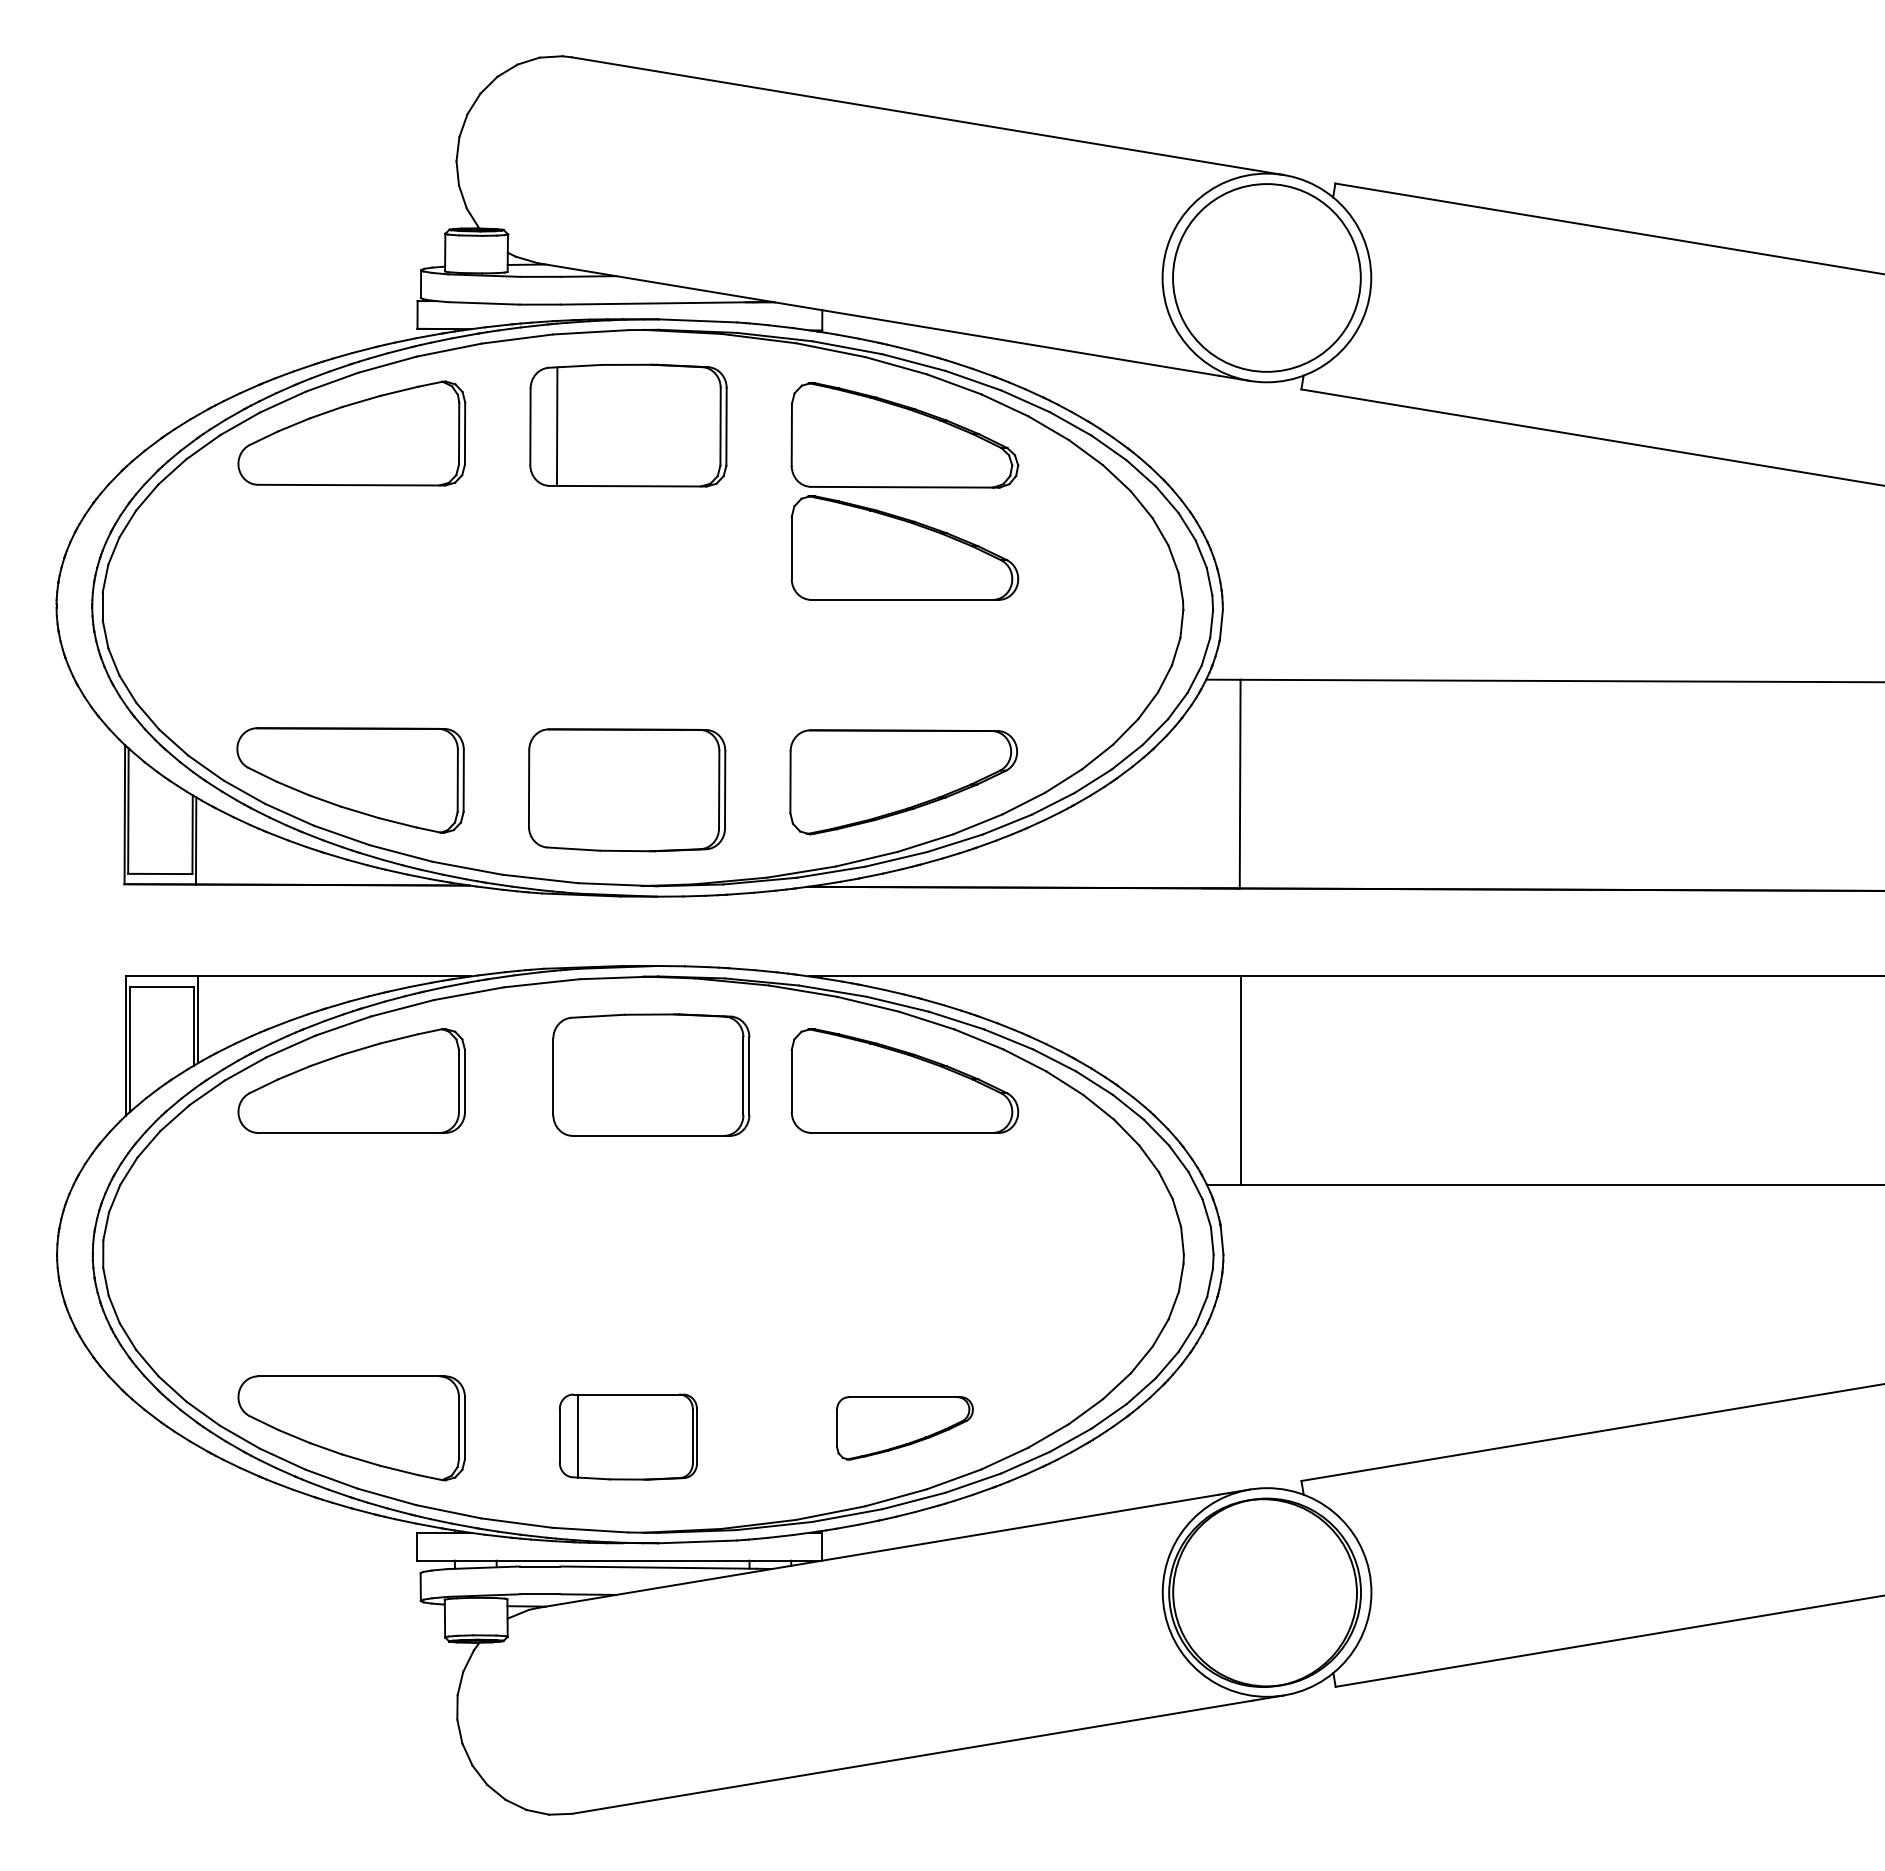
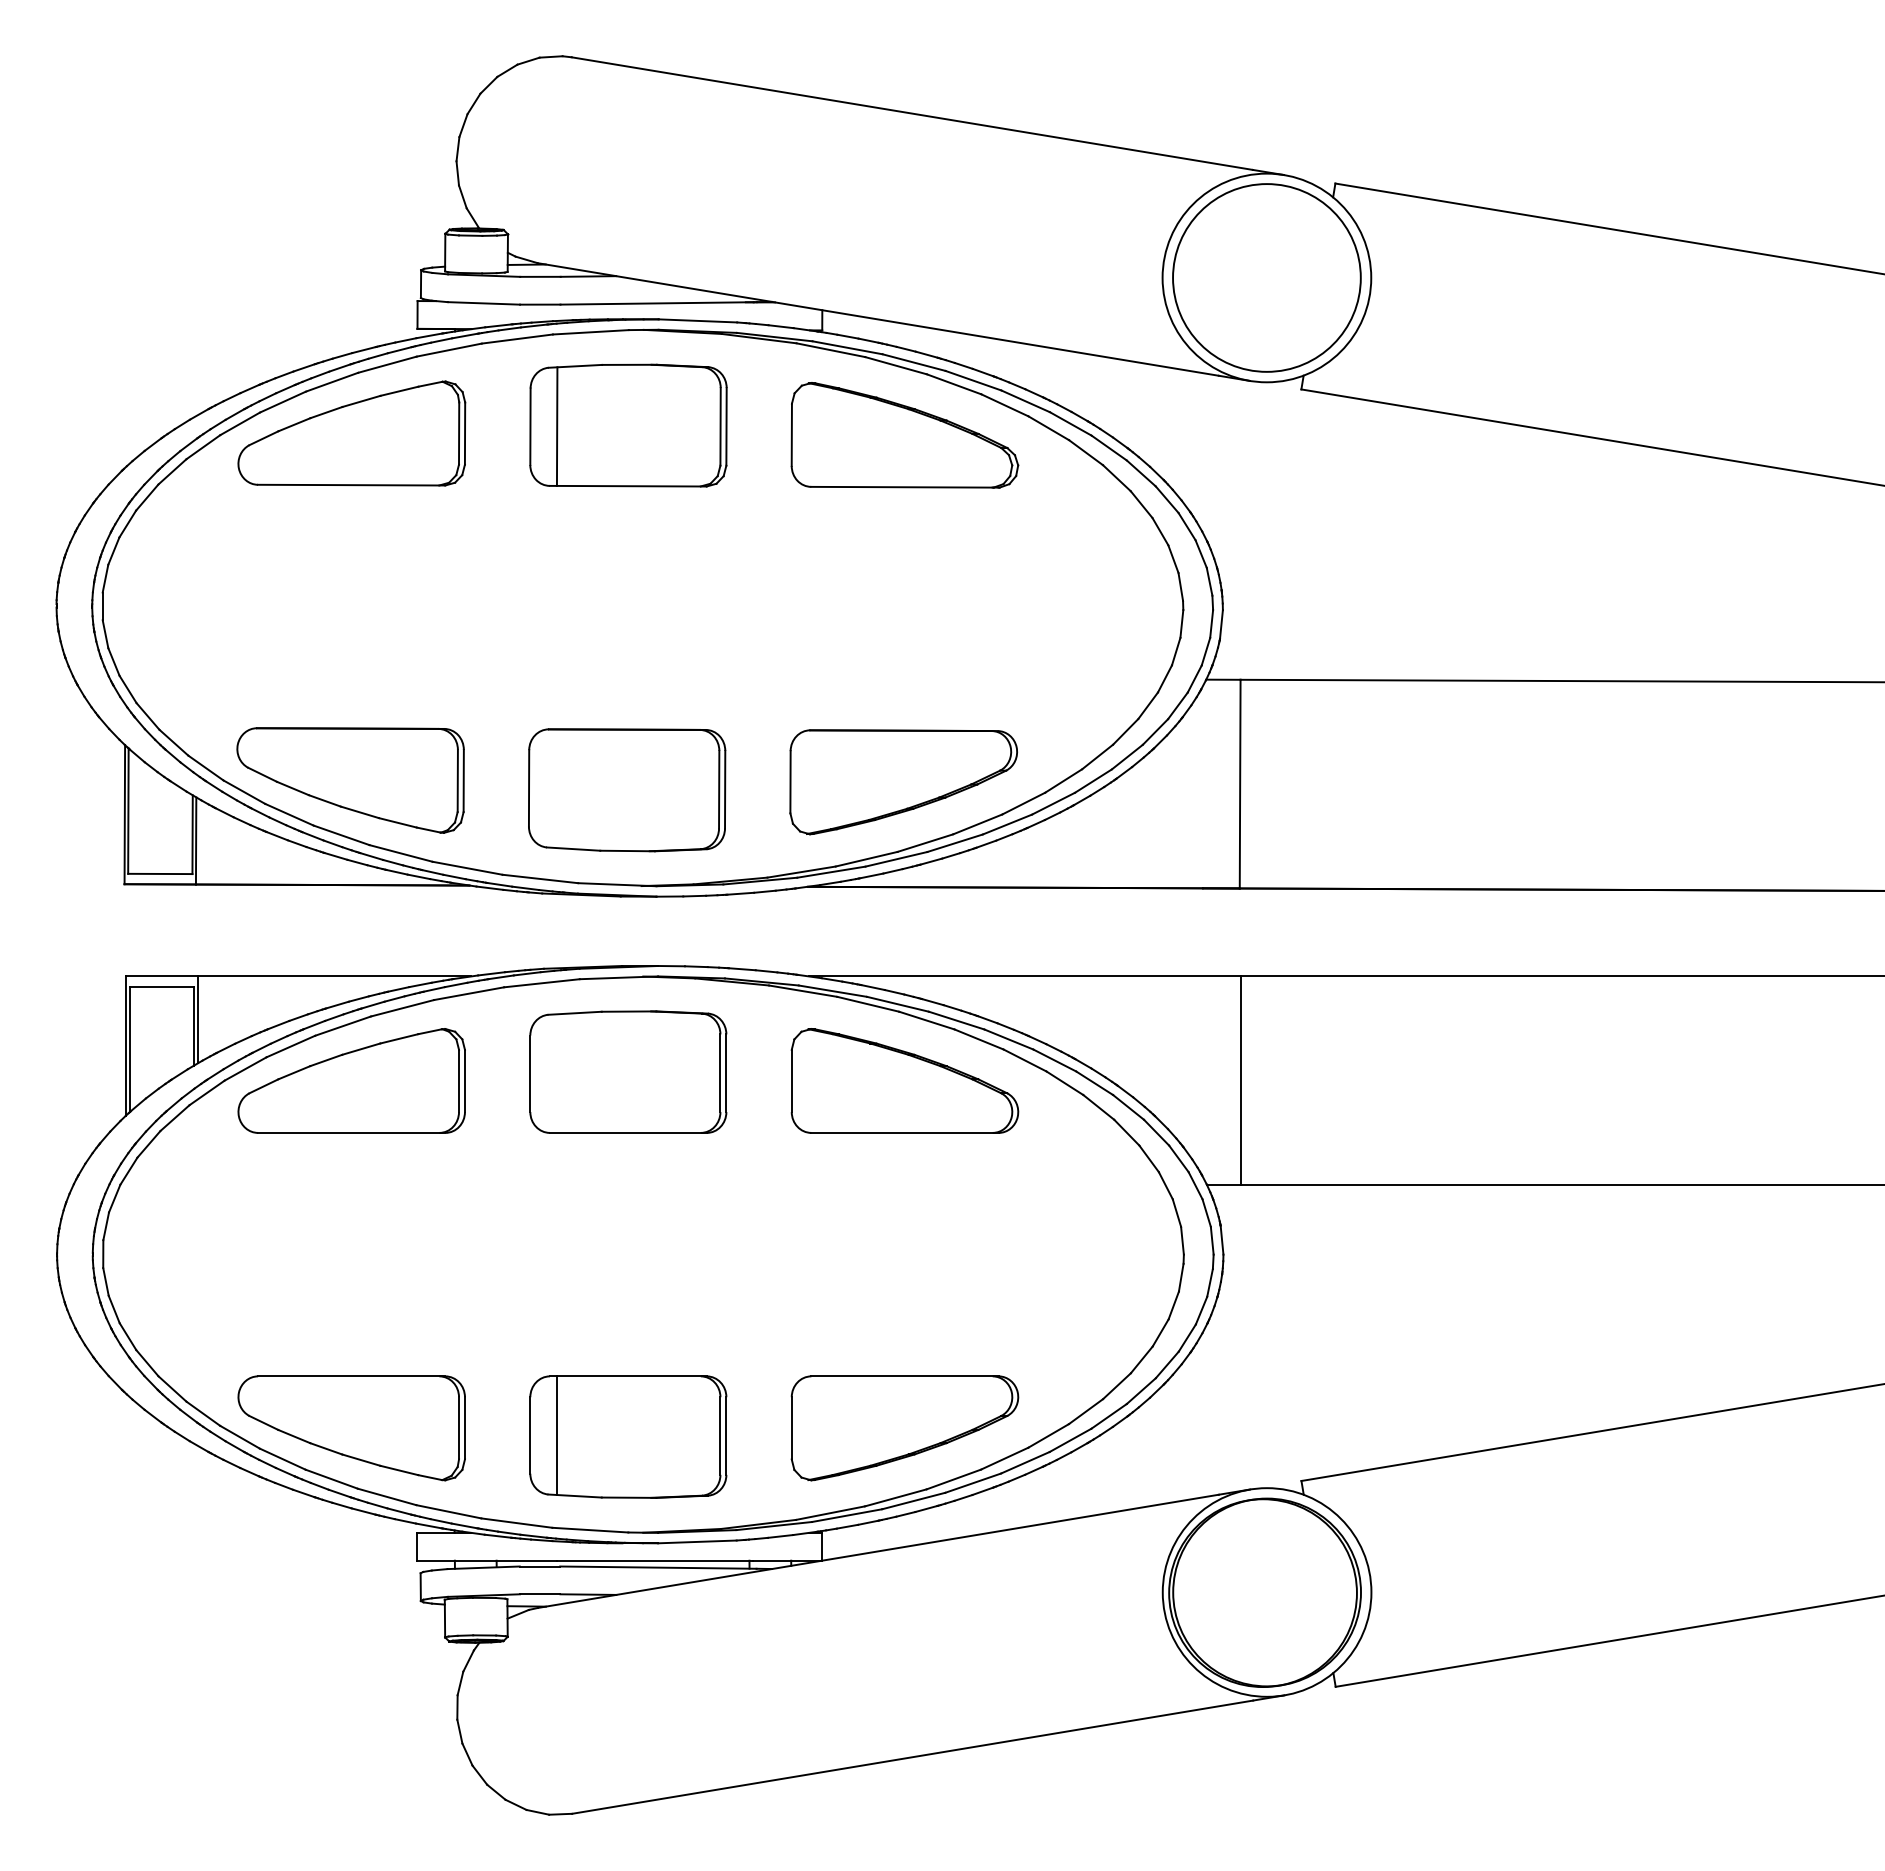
part at (904, 547): present -> none
part at (651, 1074) position: (651, 1074) -> (628, 1071)
part at (904, 1428) size: 138x65 px -> 230x107 px
part at (627, 1436) size: 140x88 px -> 199x124 px
